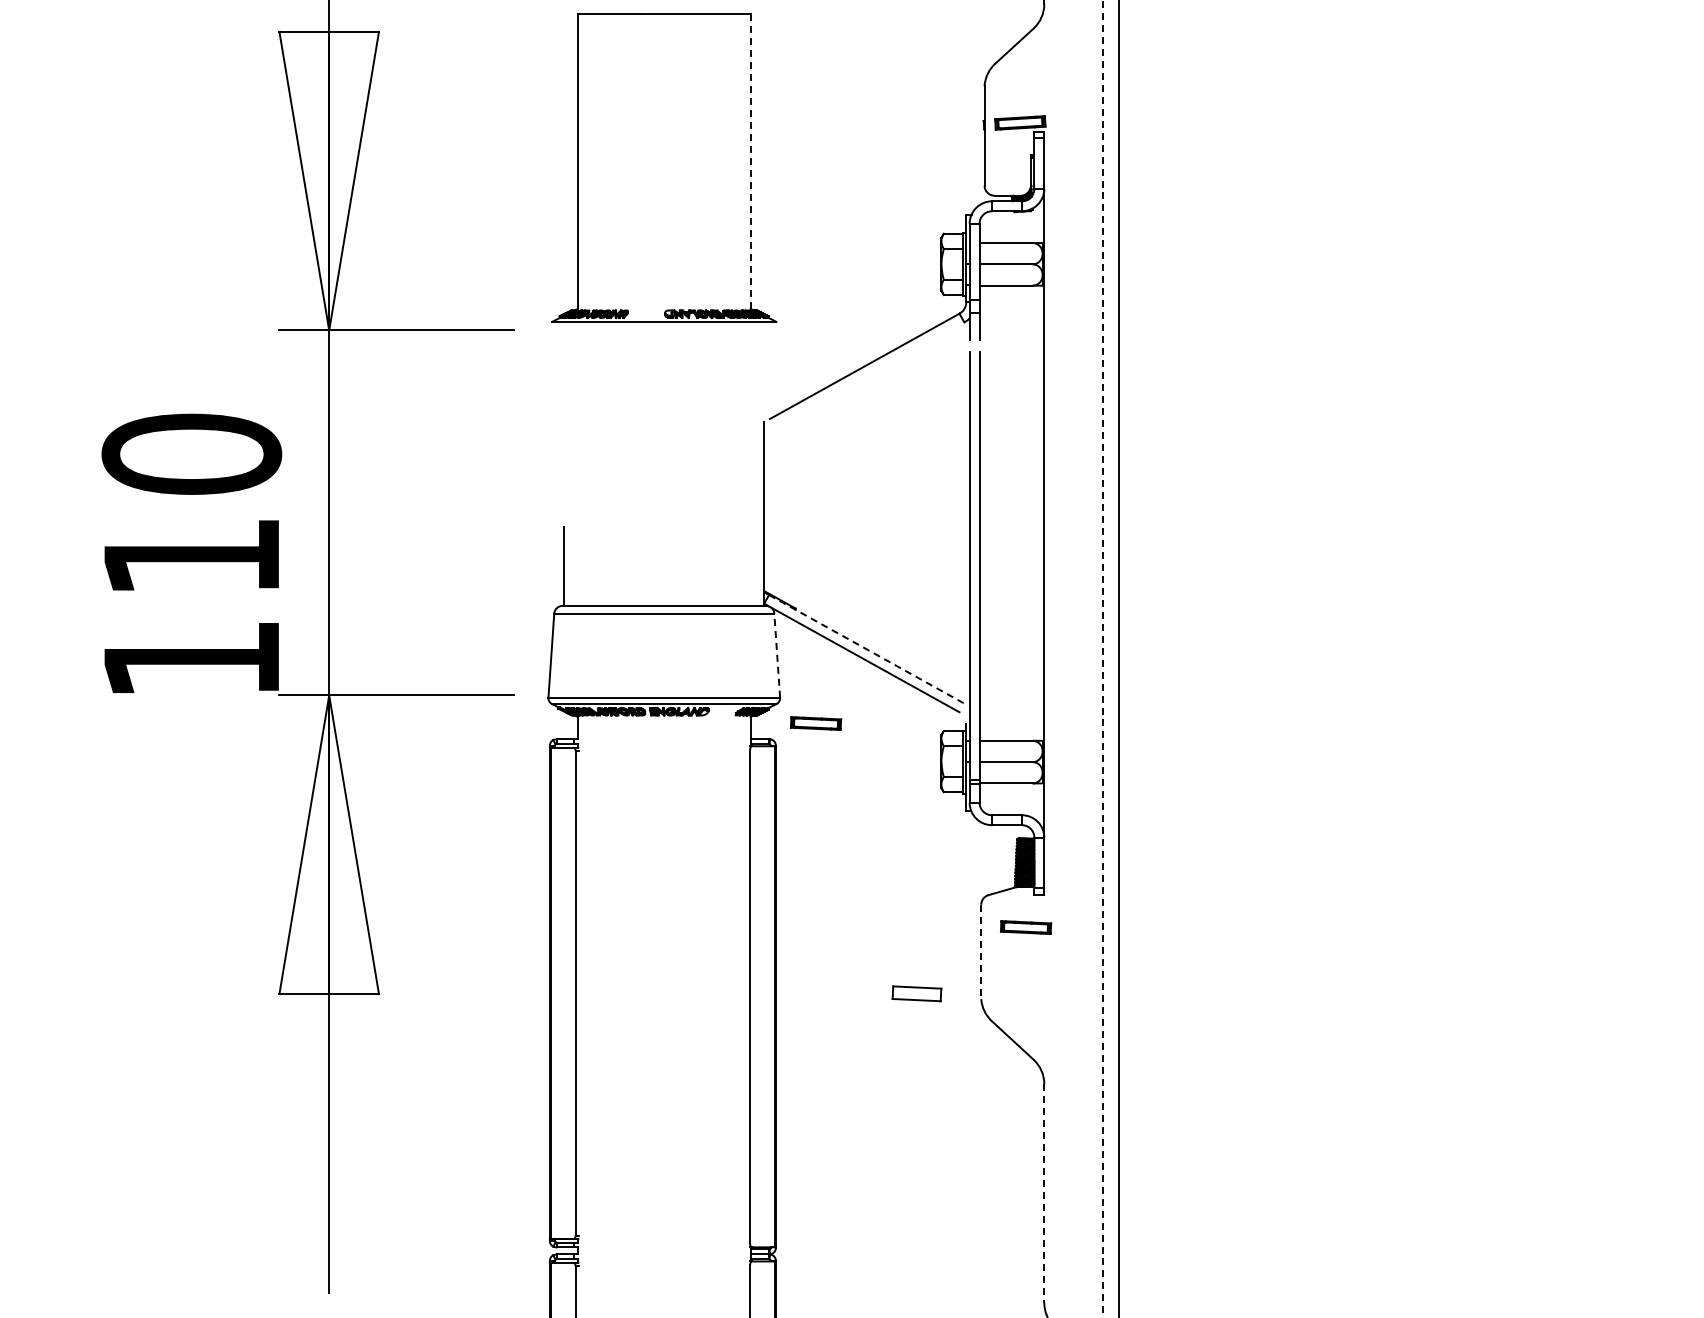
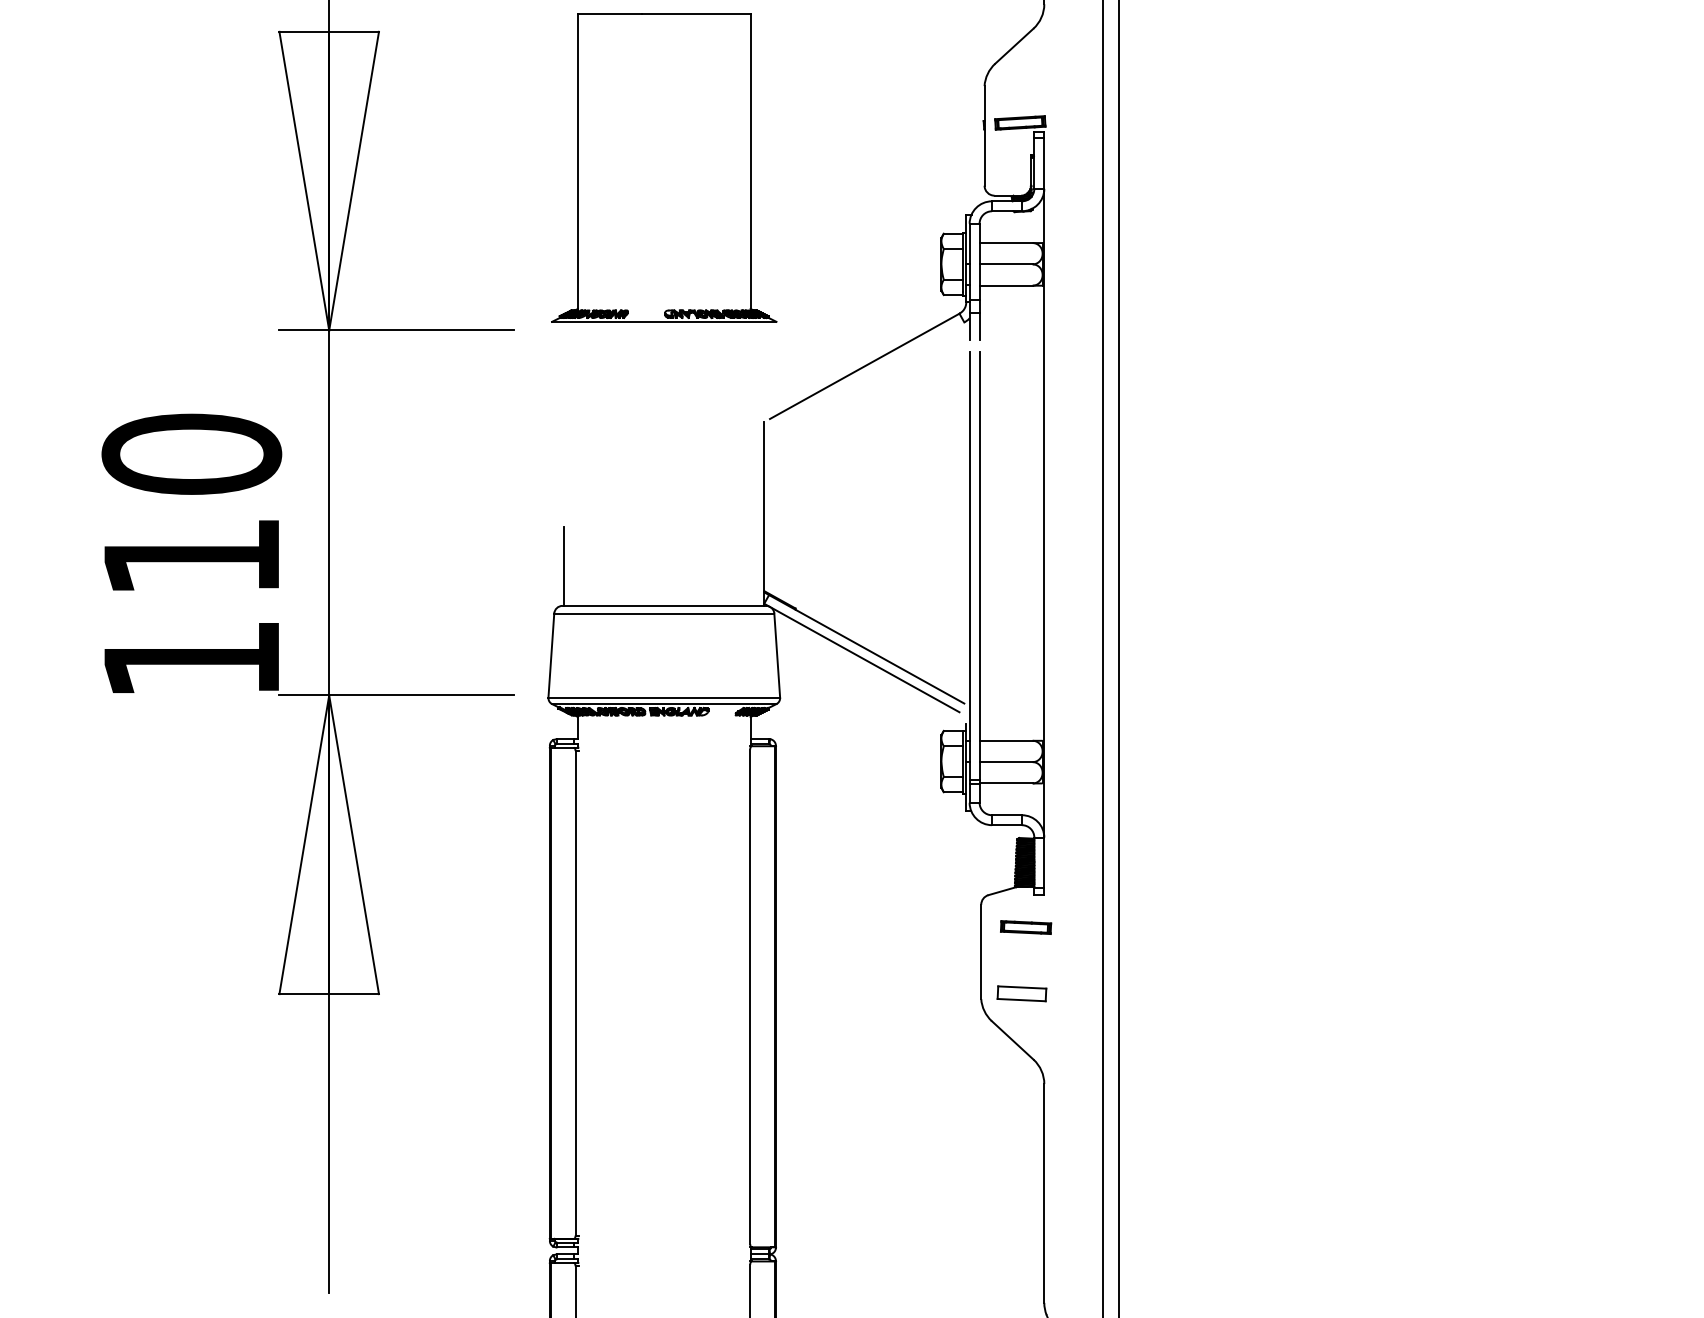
line at (750, 160): dashed -> solid
line at (866, 649): dashed -> solid
line at (777, 655): dashed -> solid
line at (1102, 659): dashed -> solid
part at (816, 723): present -> none
line at (981, 952): dashed -> solid
part at (916, 993) position: (916, 993) -> (1021, 993)
line at (1044, 1193): dashed -> solid
